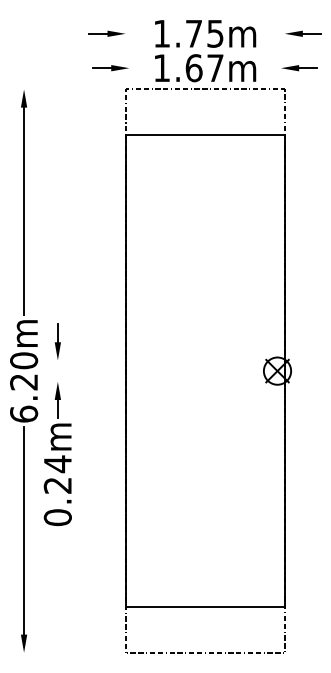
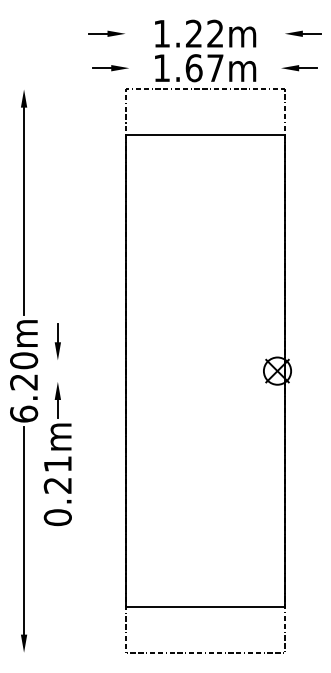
text at (204, 33): 1.75m -> 1.22m
text at (57, 464): 0.24m -> 0.21m
